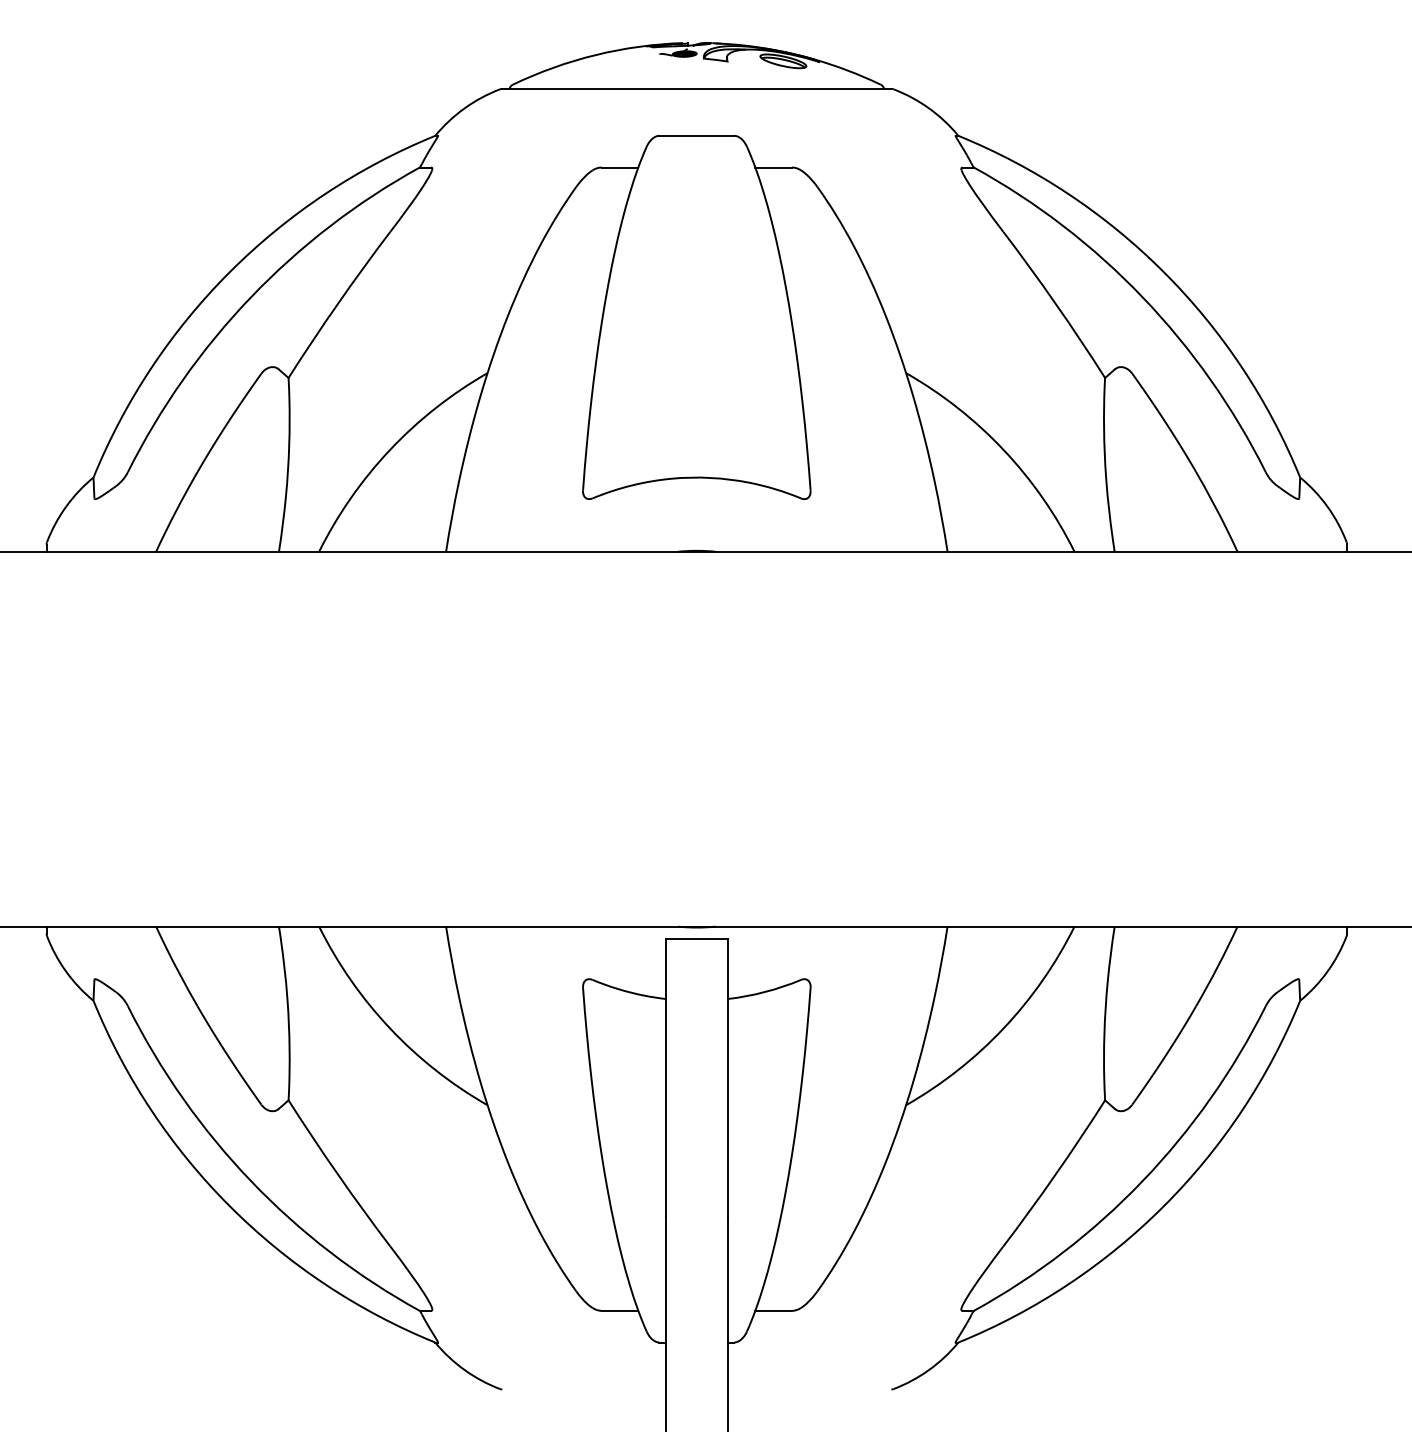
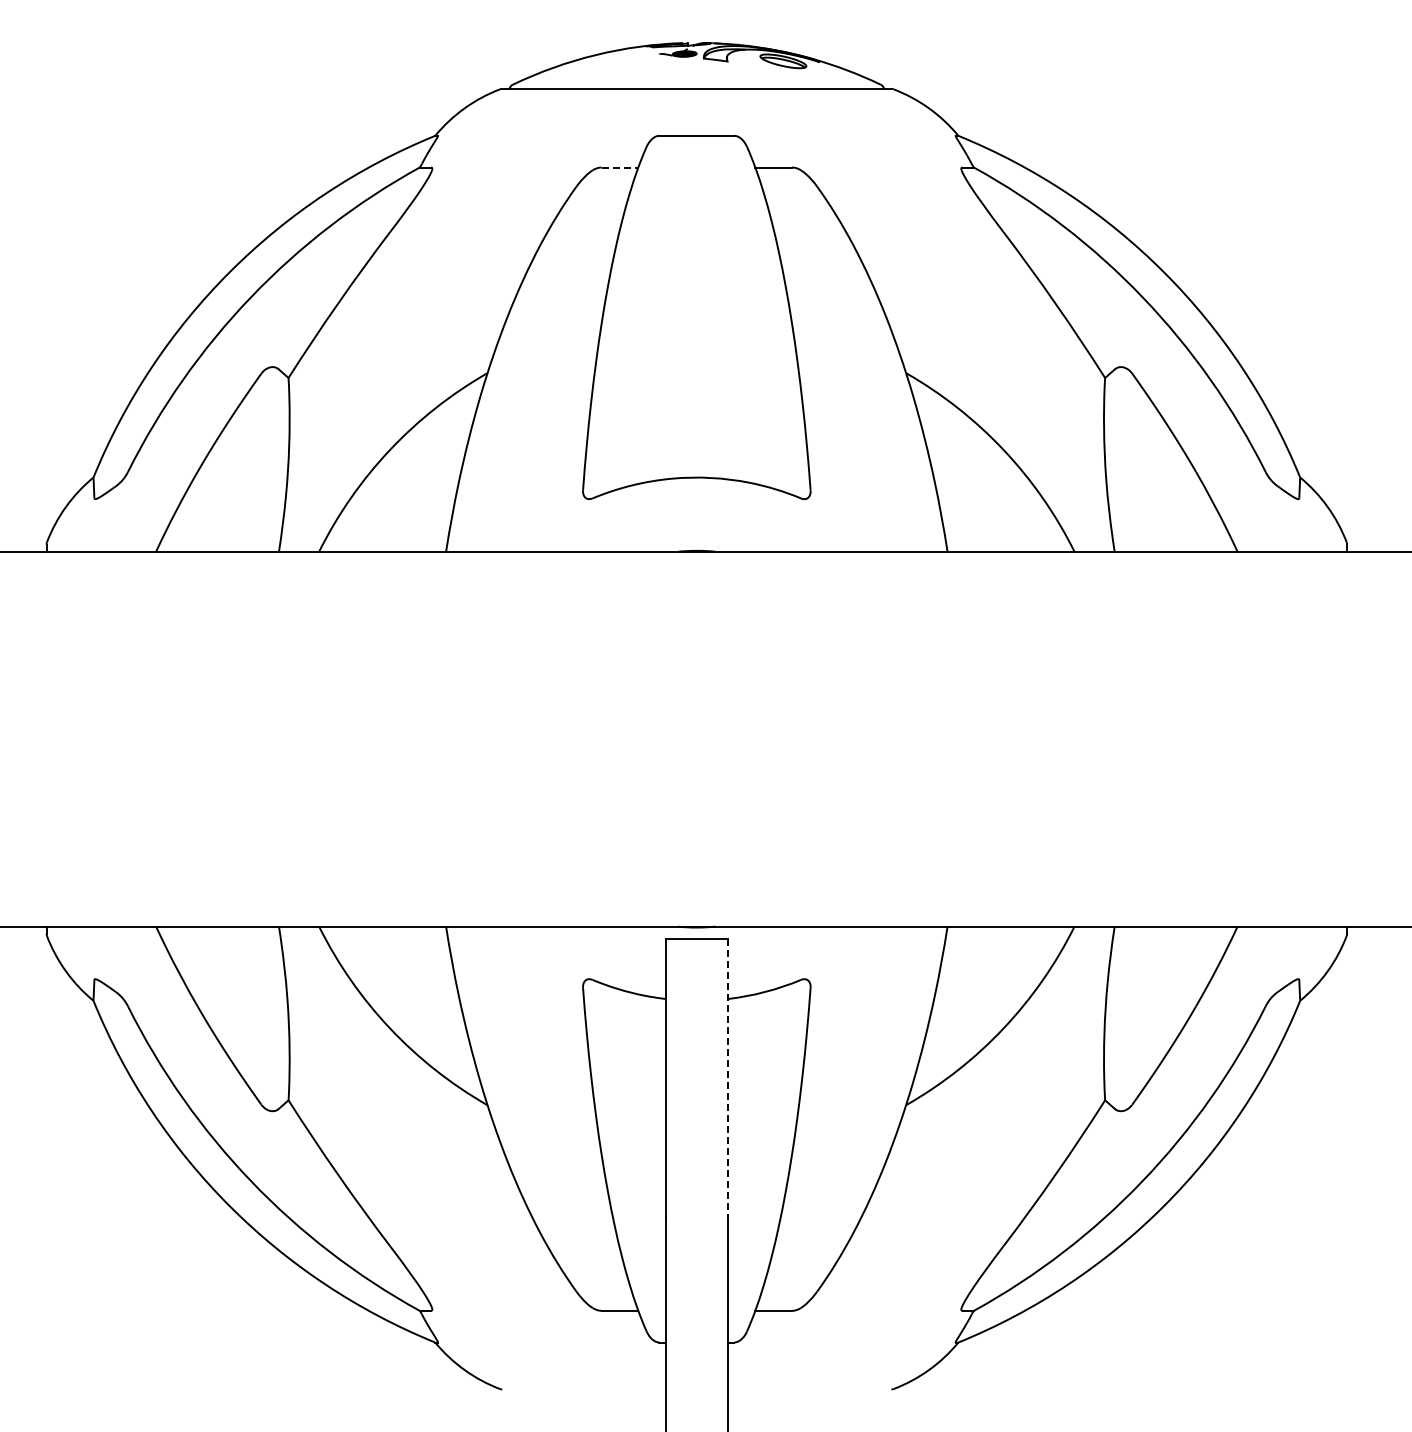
line at (620, 167): solid -> dashed
line at (727, 1078): solid -> dashed
